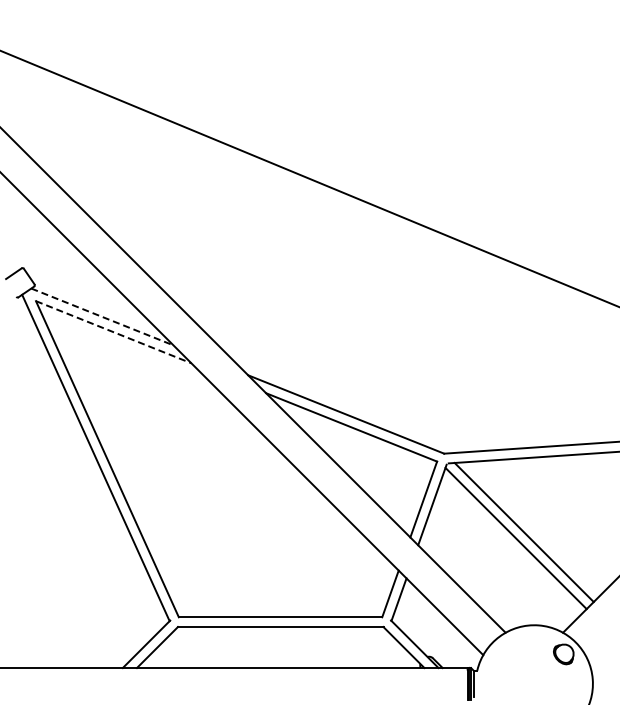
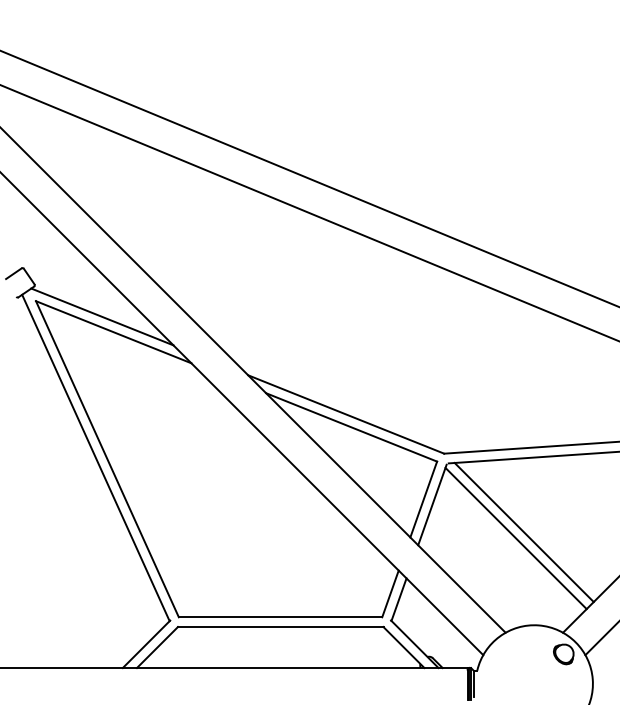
line at (309, 212): none -> present
line at (102, 316): dashed -> solid
line at (113, 332): dashed -> solid
line at (600, 639): none -> present
